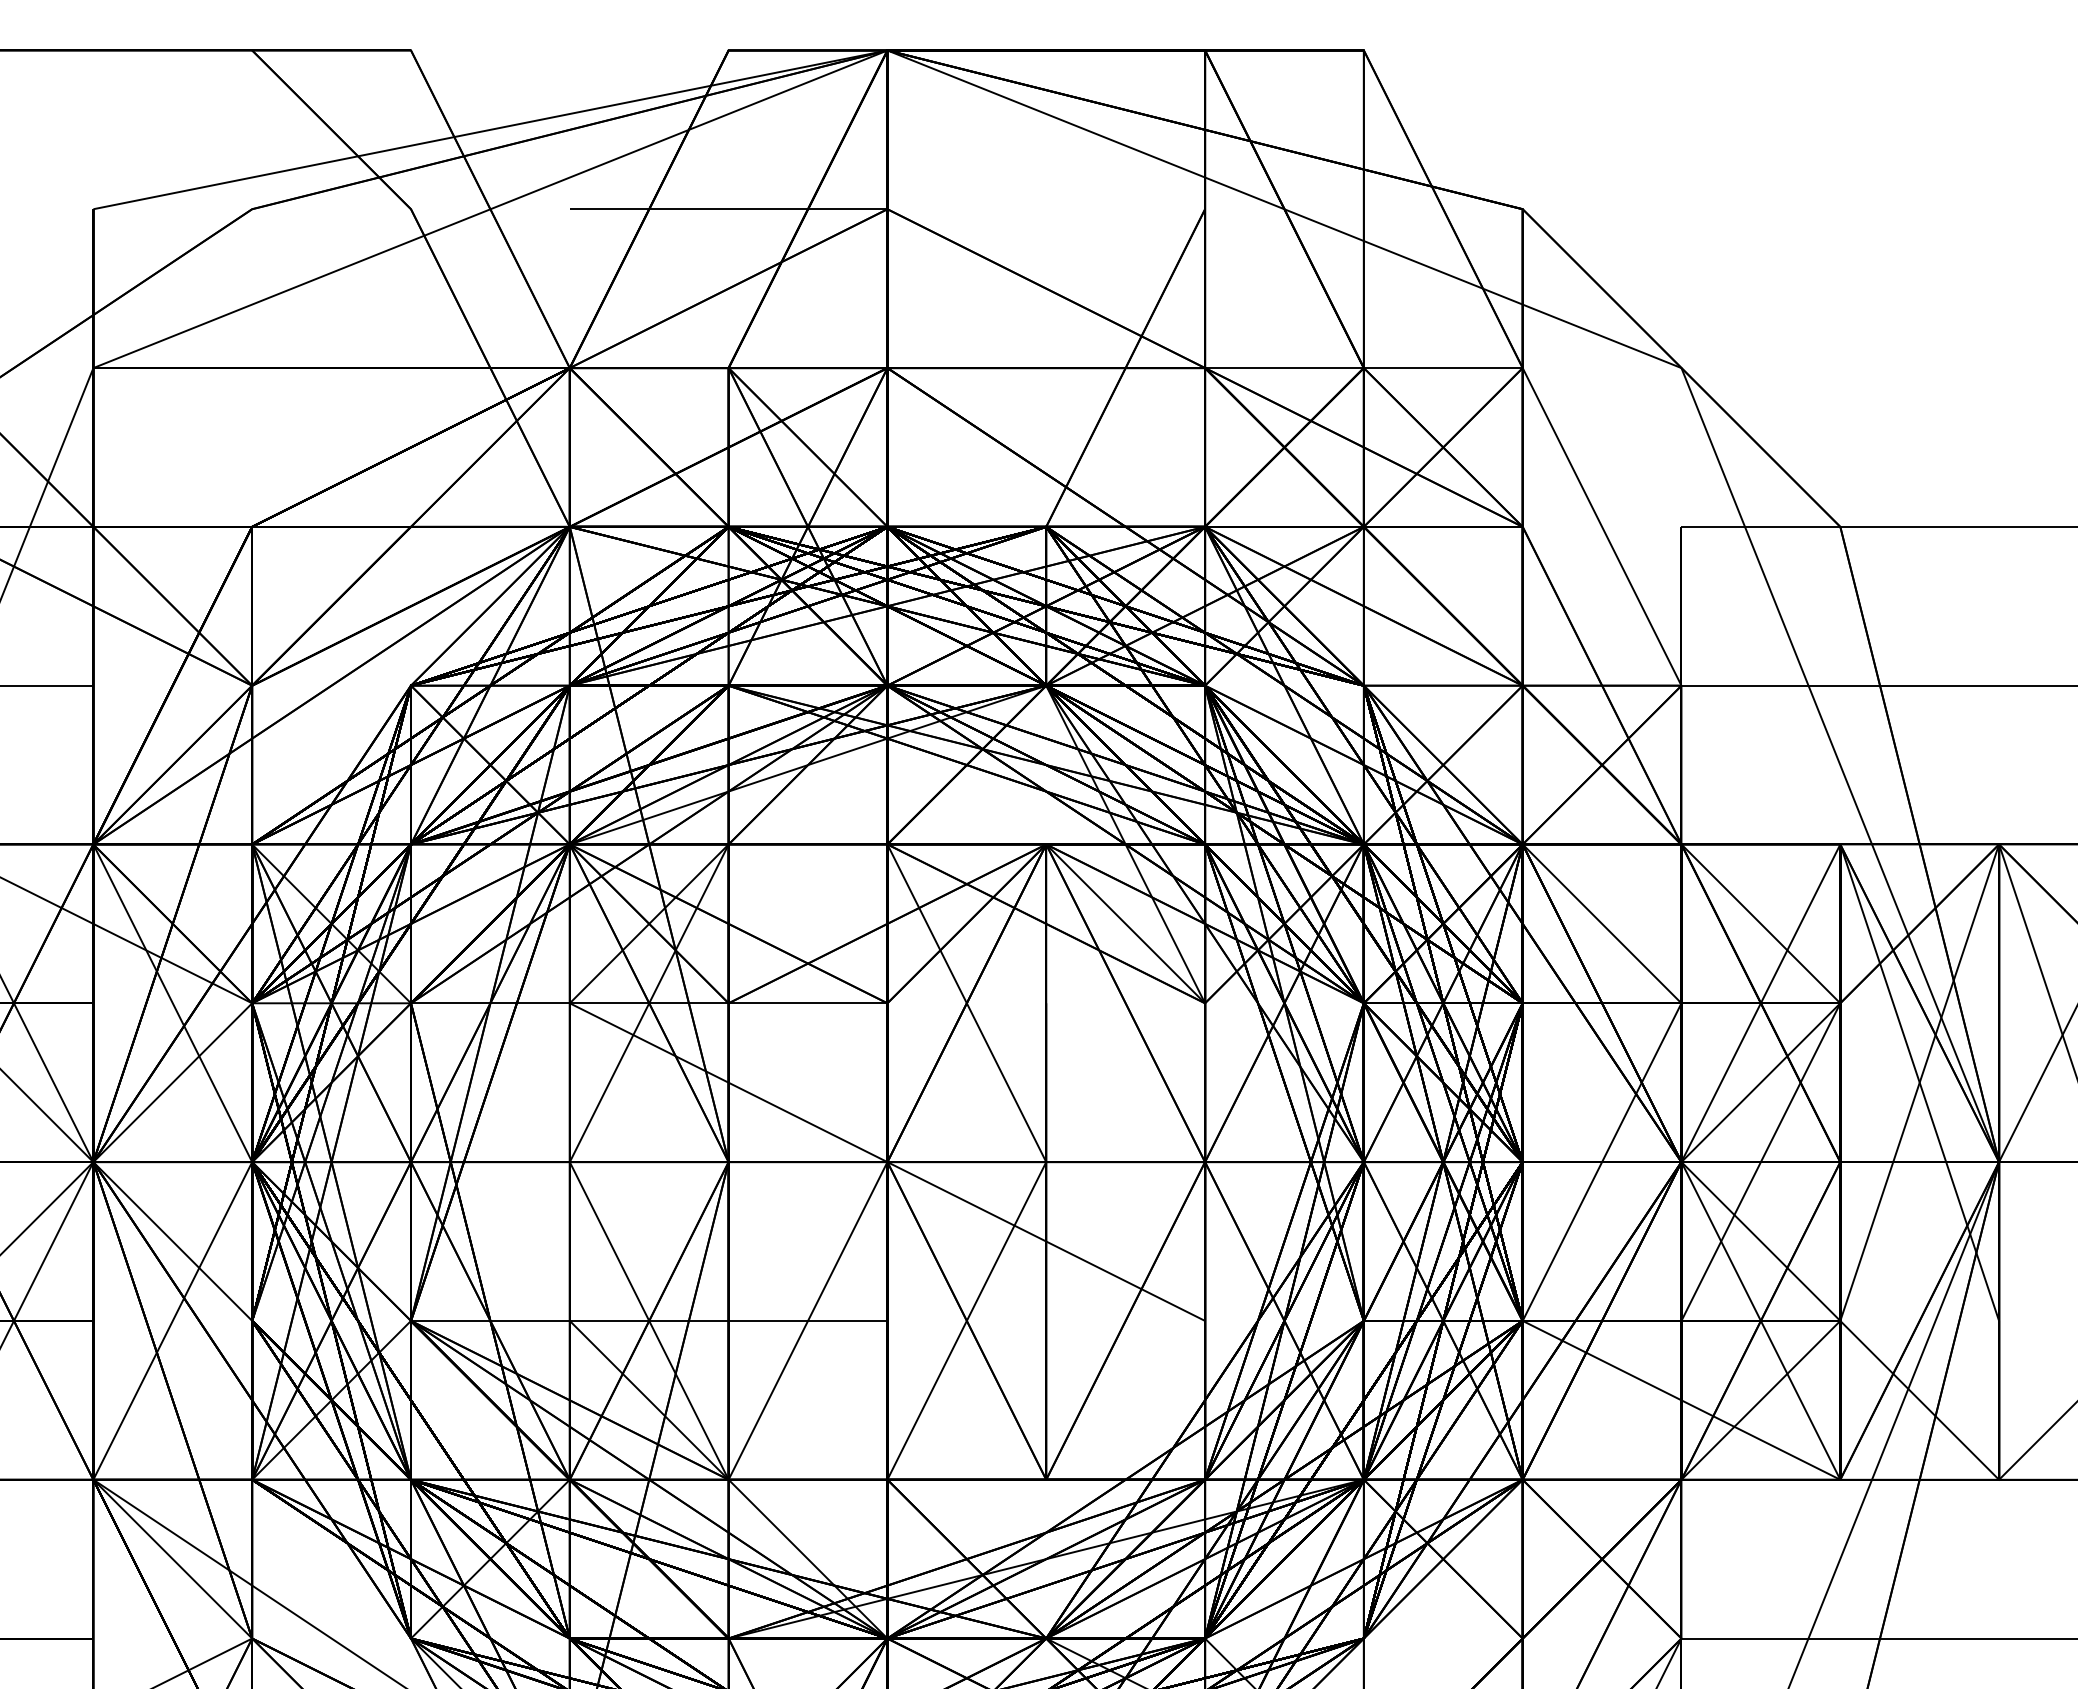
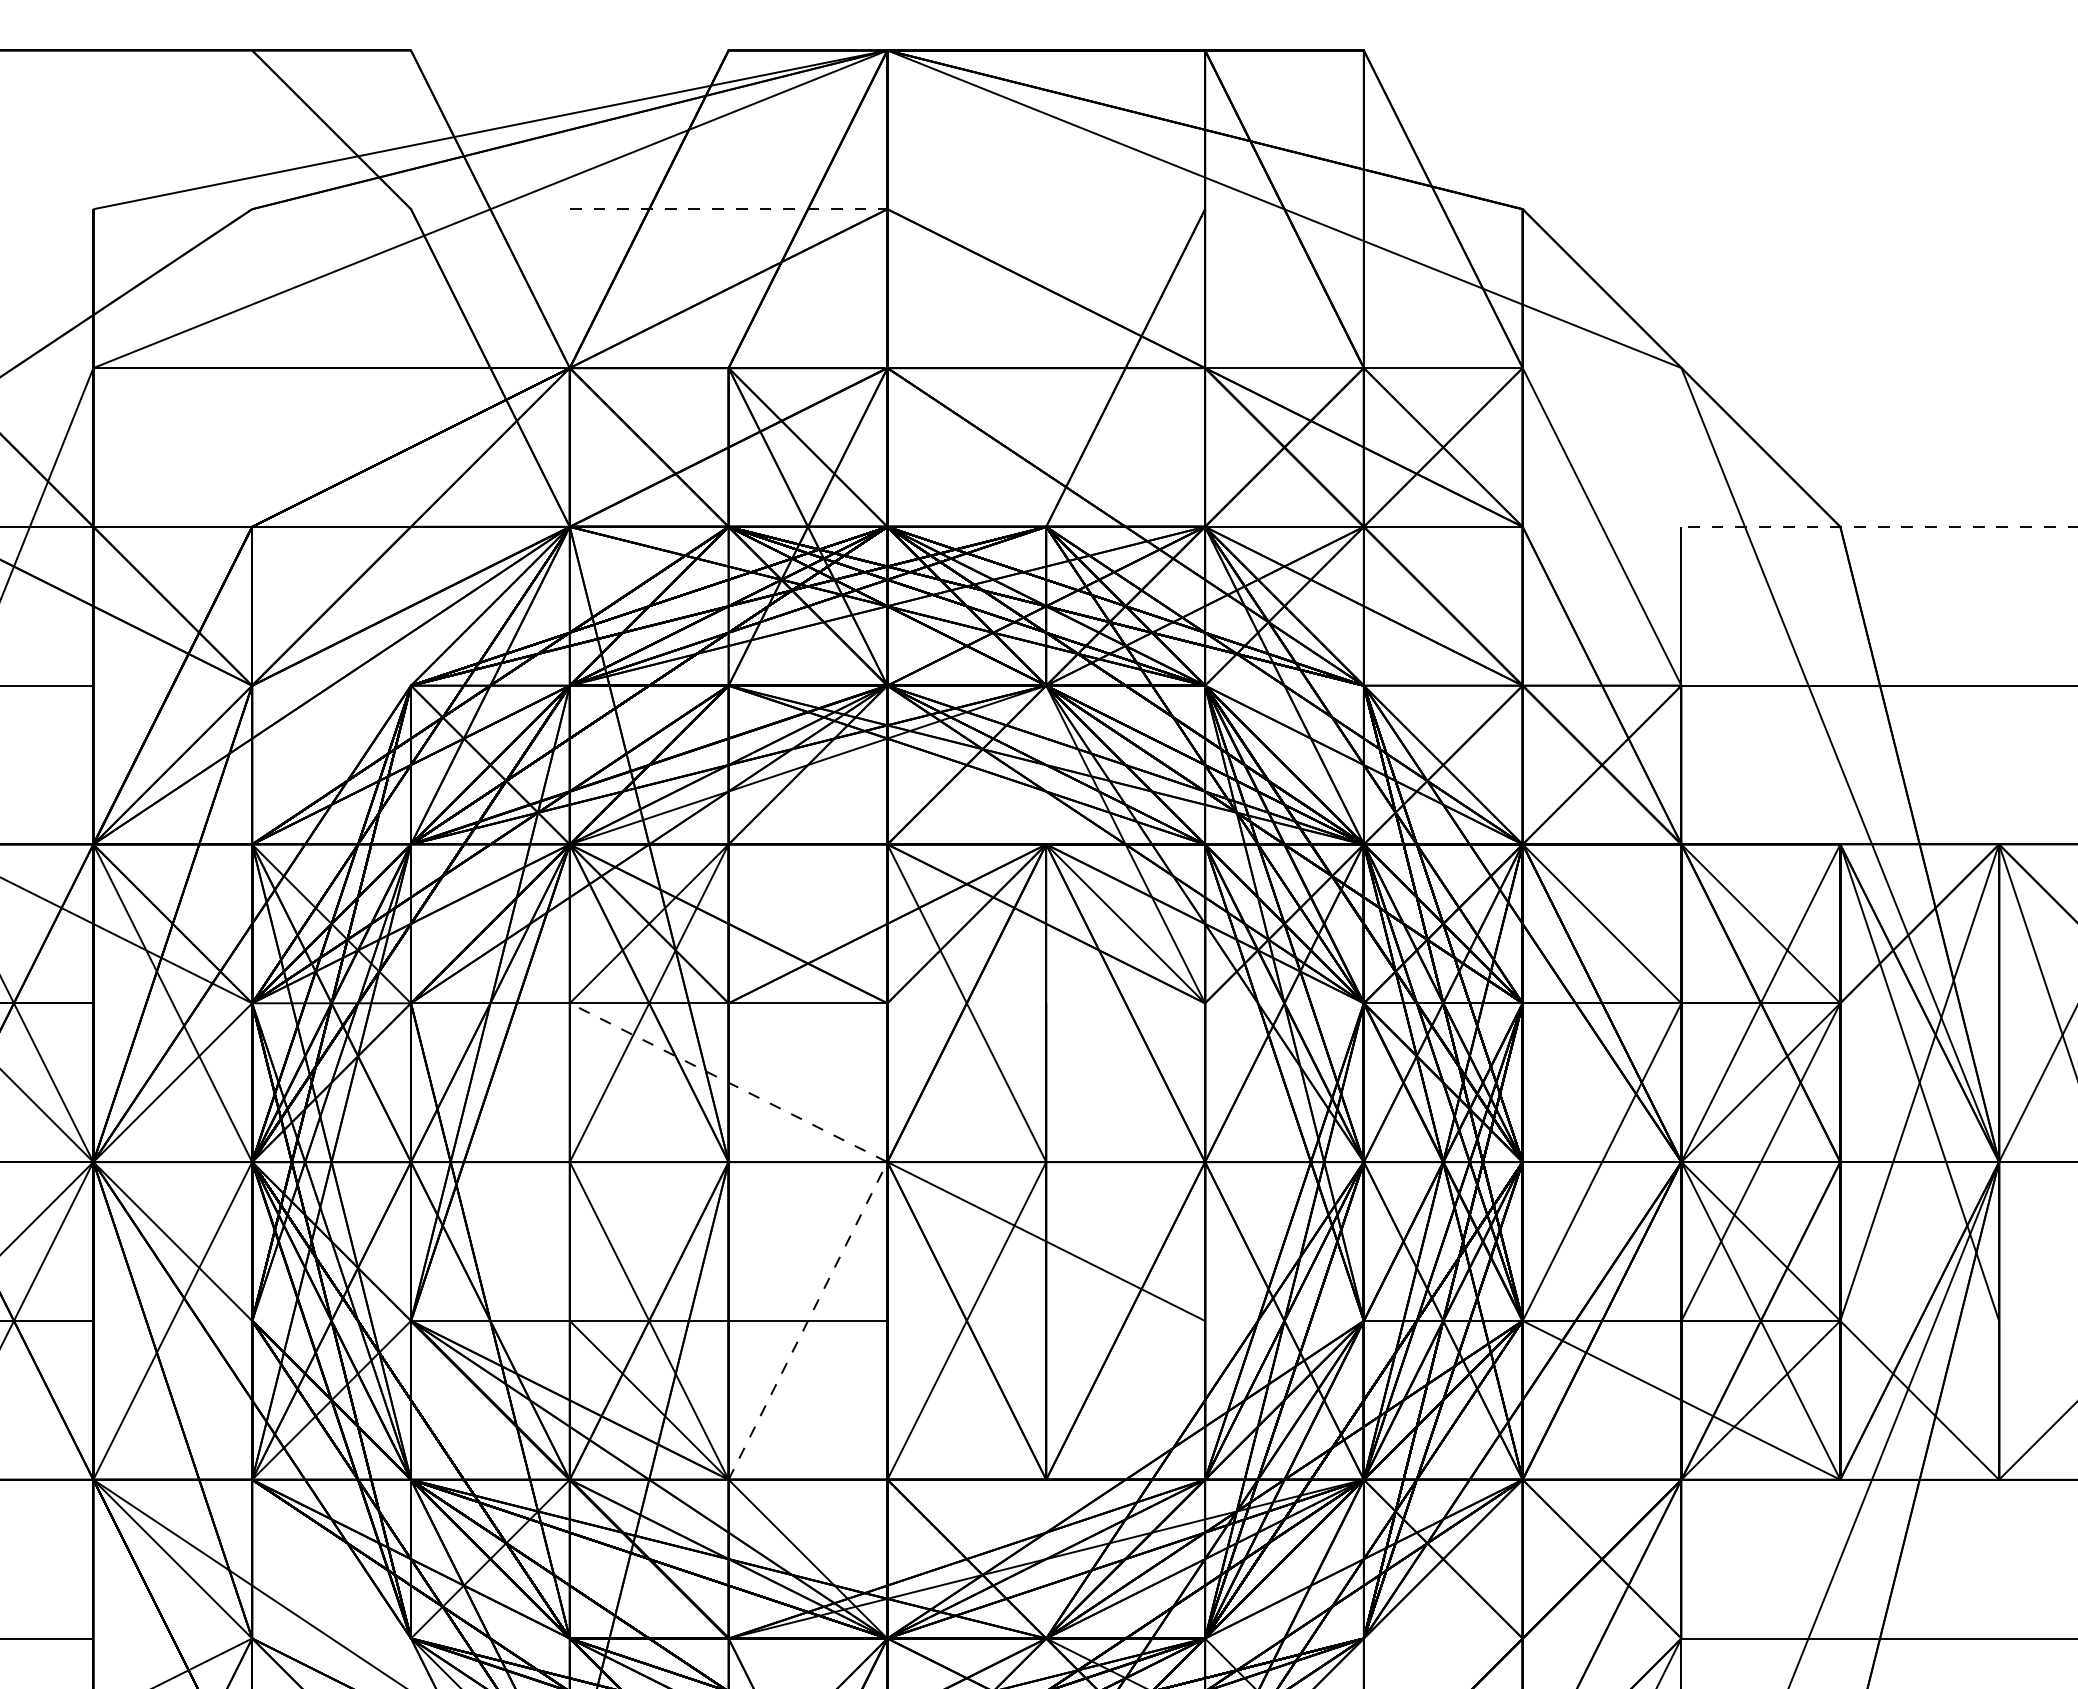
line at (728, 209): solid -> dashed
line at (1879, 526): solid -> dashed
line at (887, 1162): solid -> dashed
